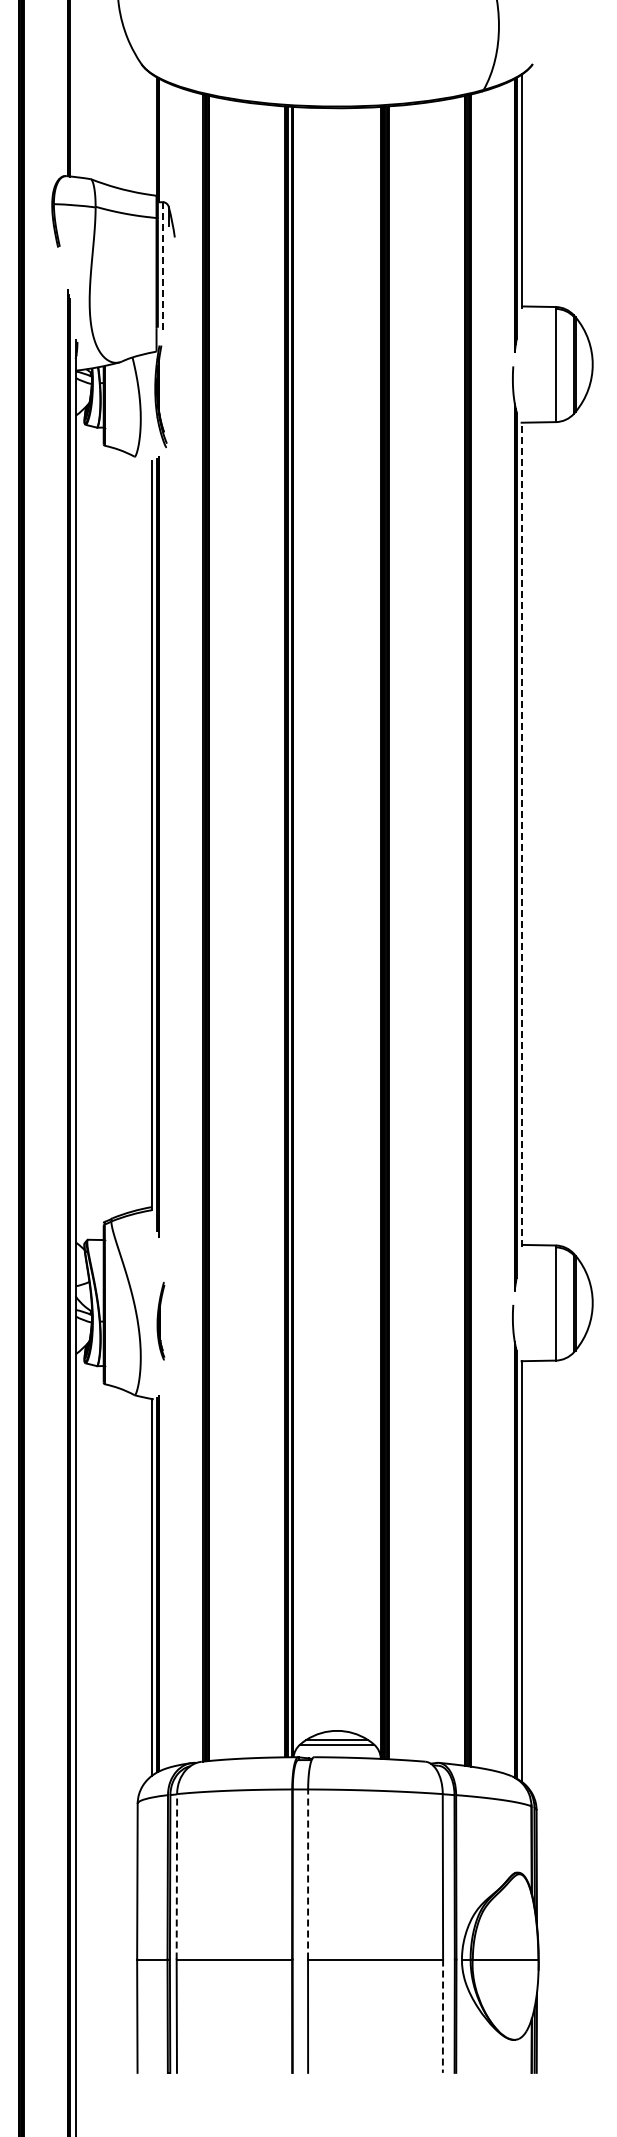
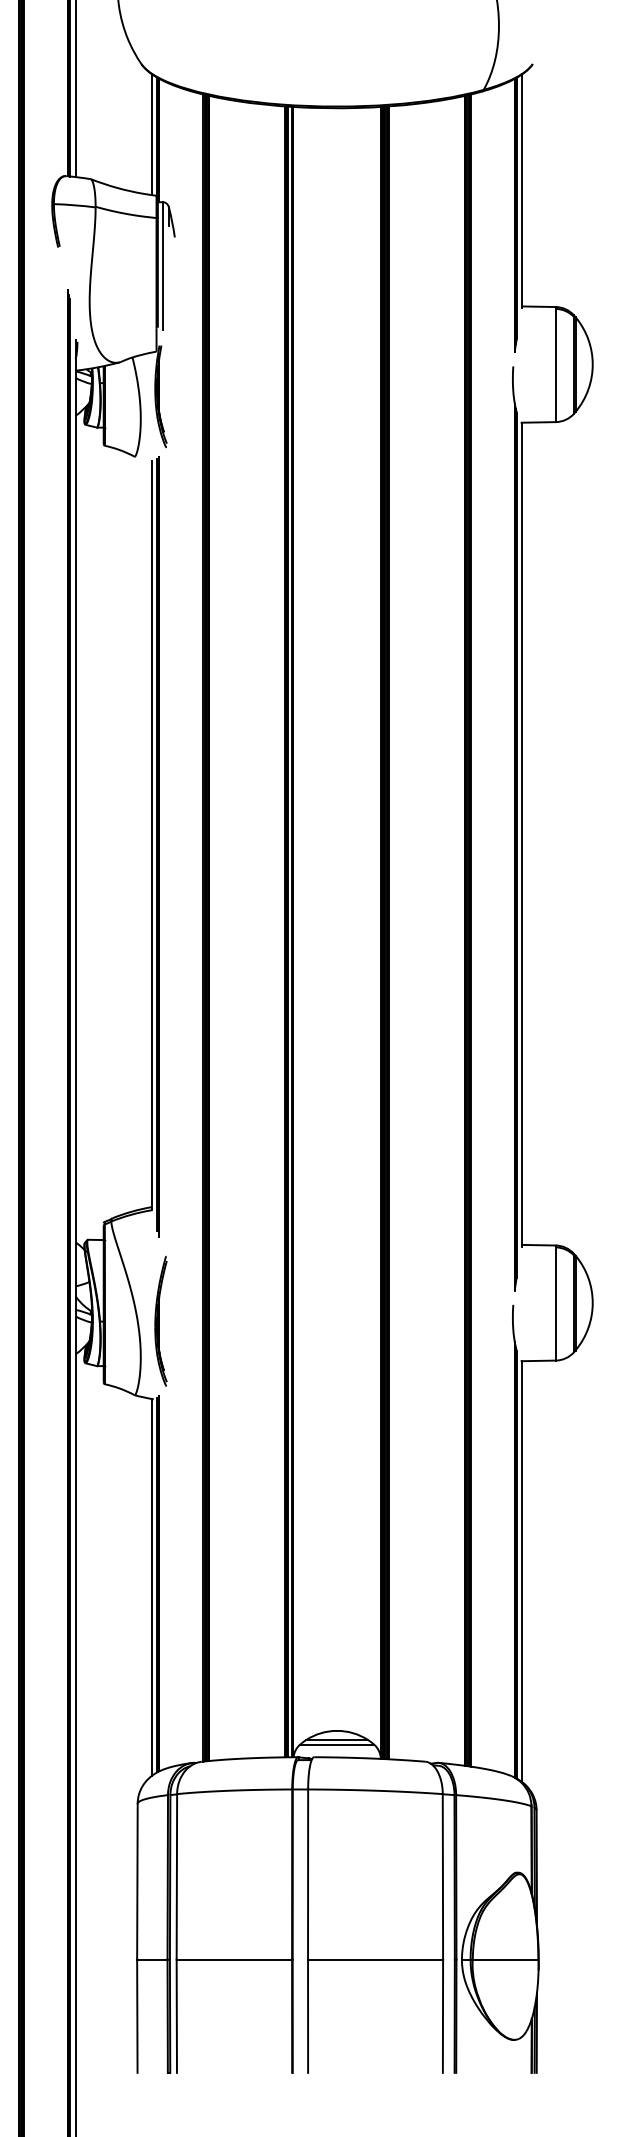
line at (75, 89): none -> present
line at (152, 134): none -> present
line at (163, 266): dashed -> solid
line at (522, 834): dashed -> solid
part at (160, 1321) size: 10x79 px -> 14x132 px
line at (308, 1874): dashed -> solid
line at (176, 1876): dashed -> solid
line at (442, 2016): dashed -> solid
